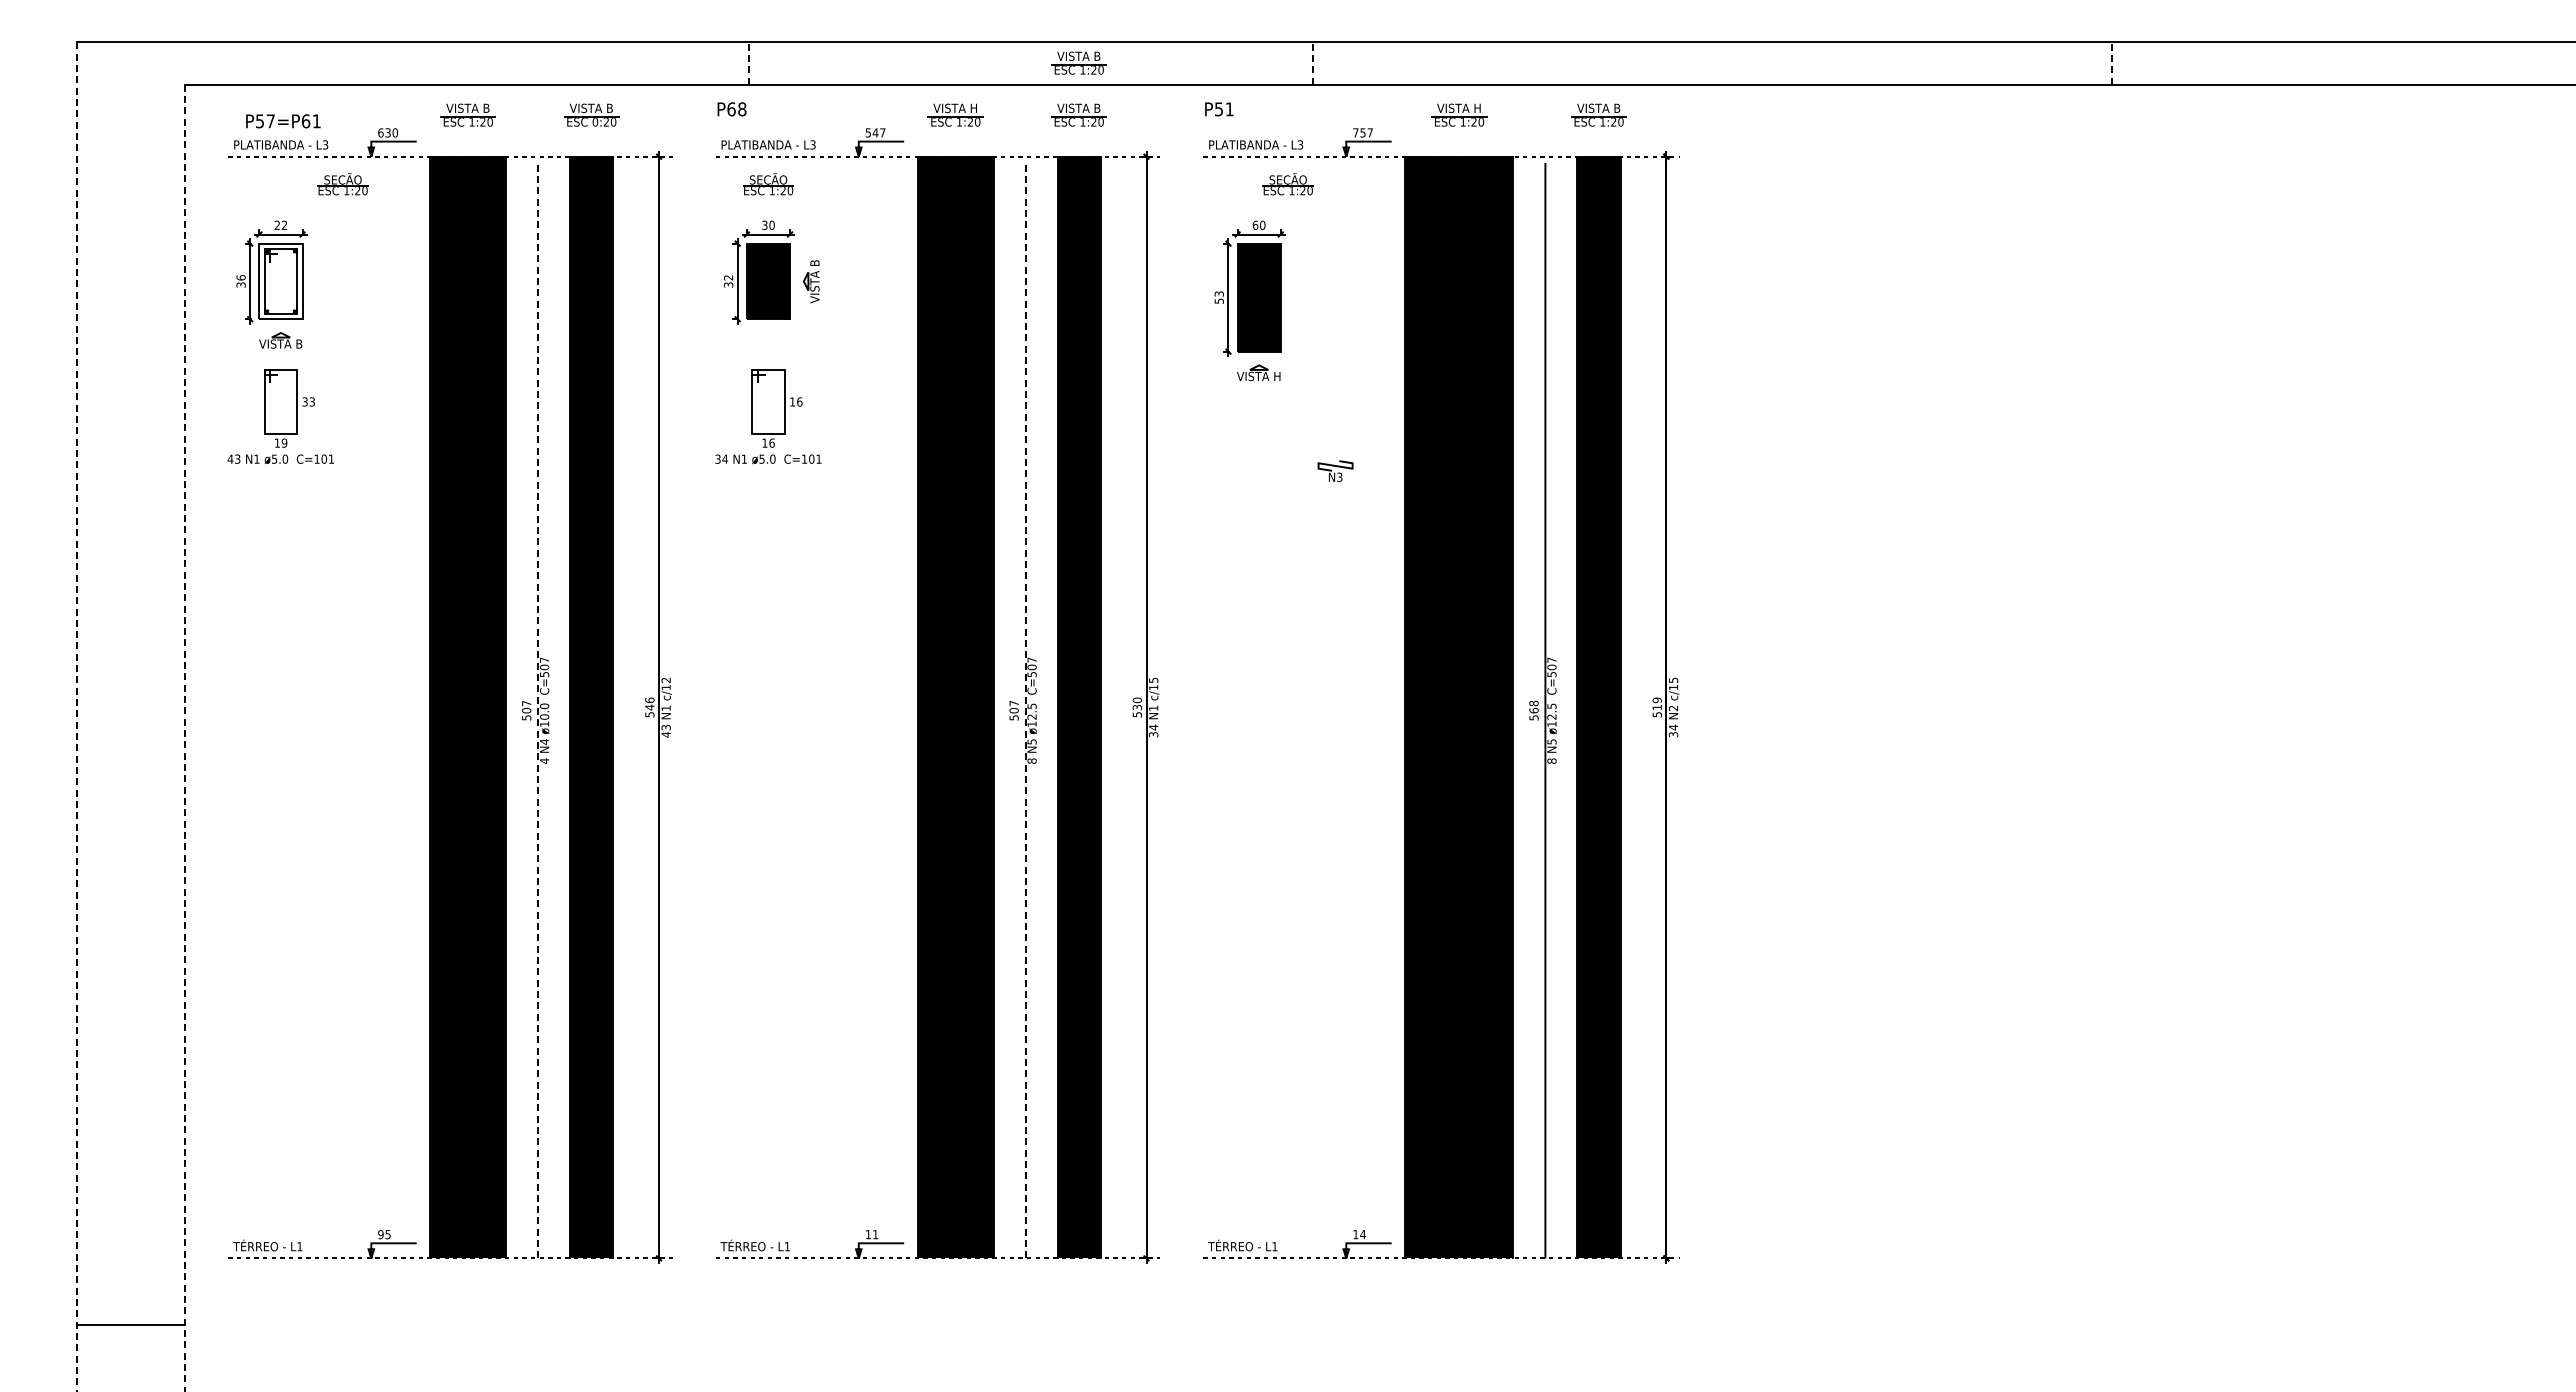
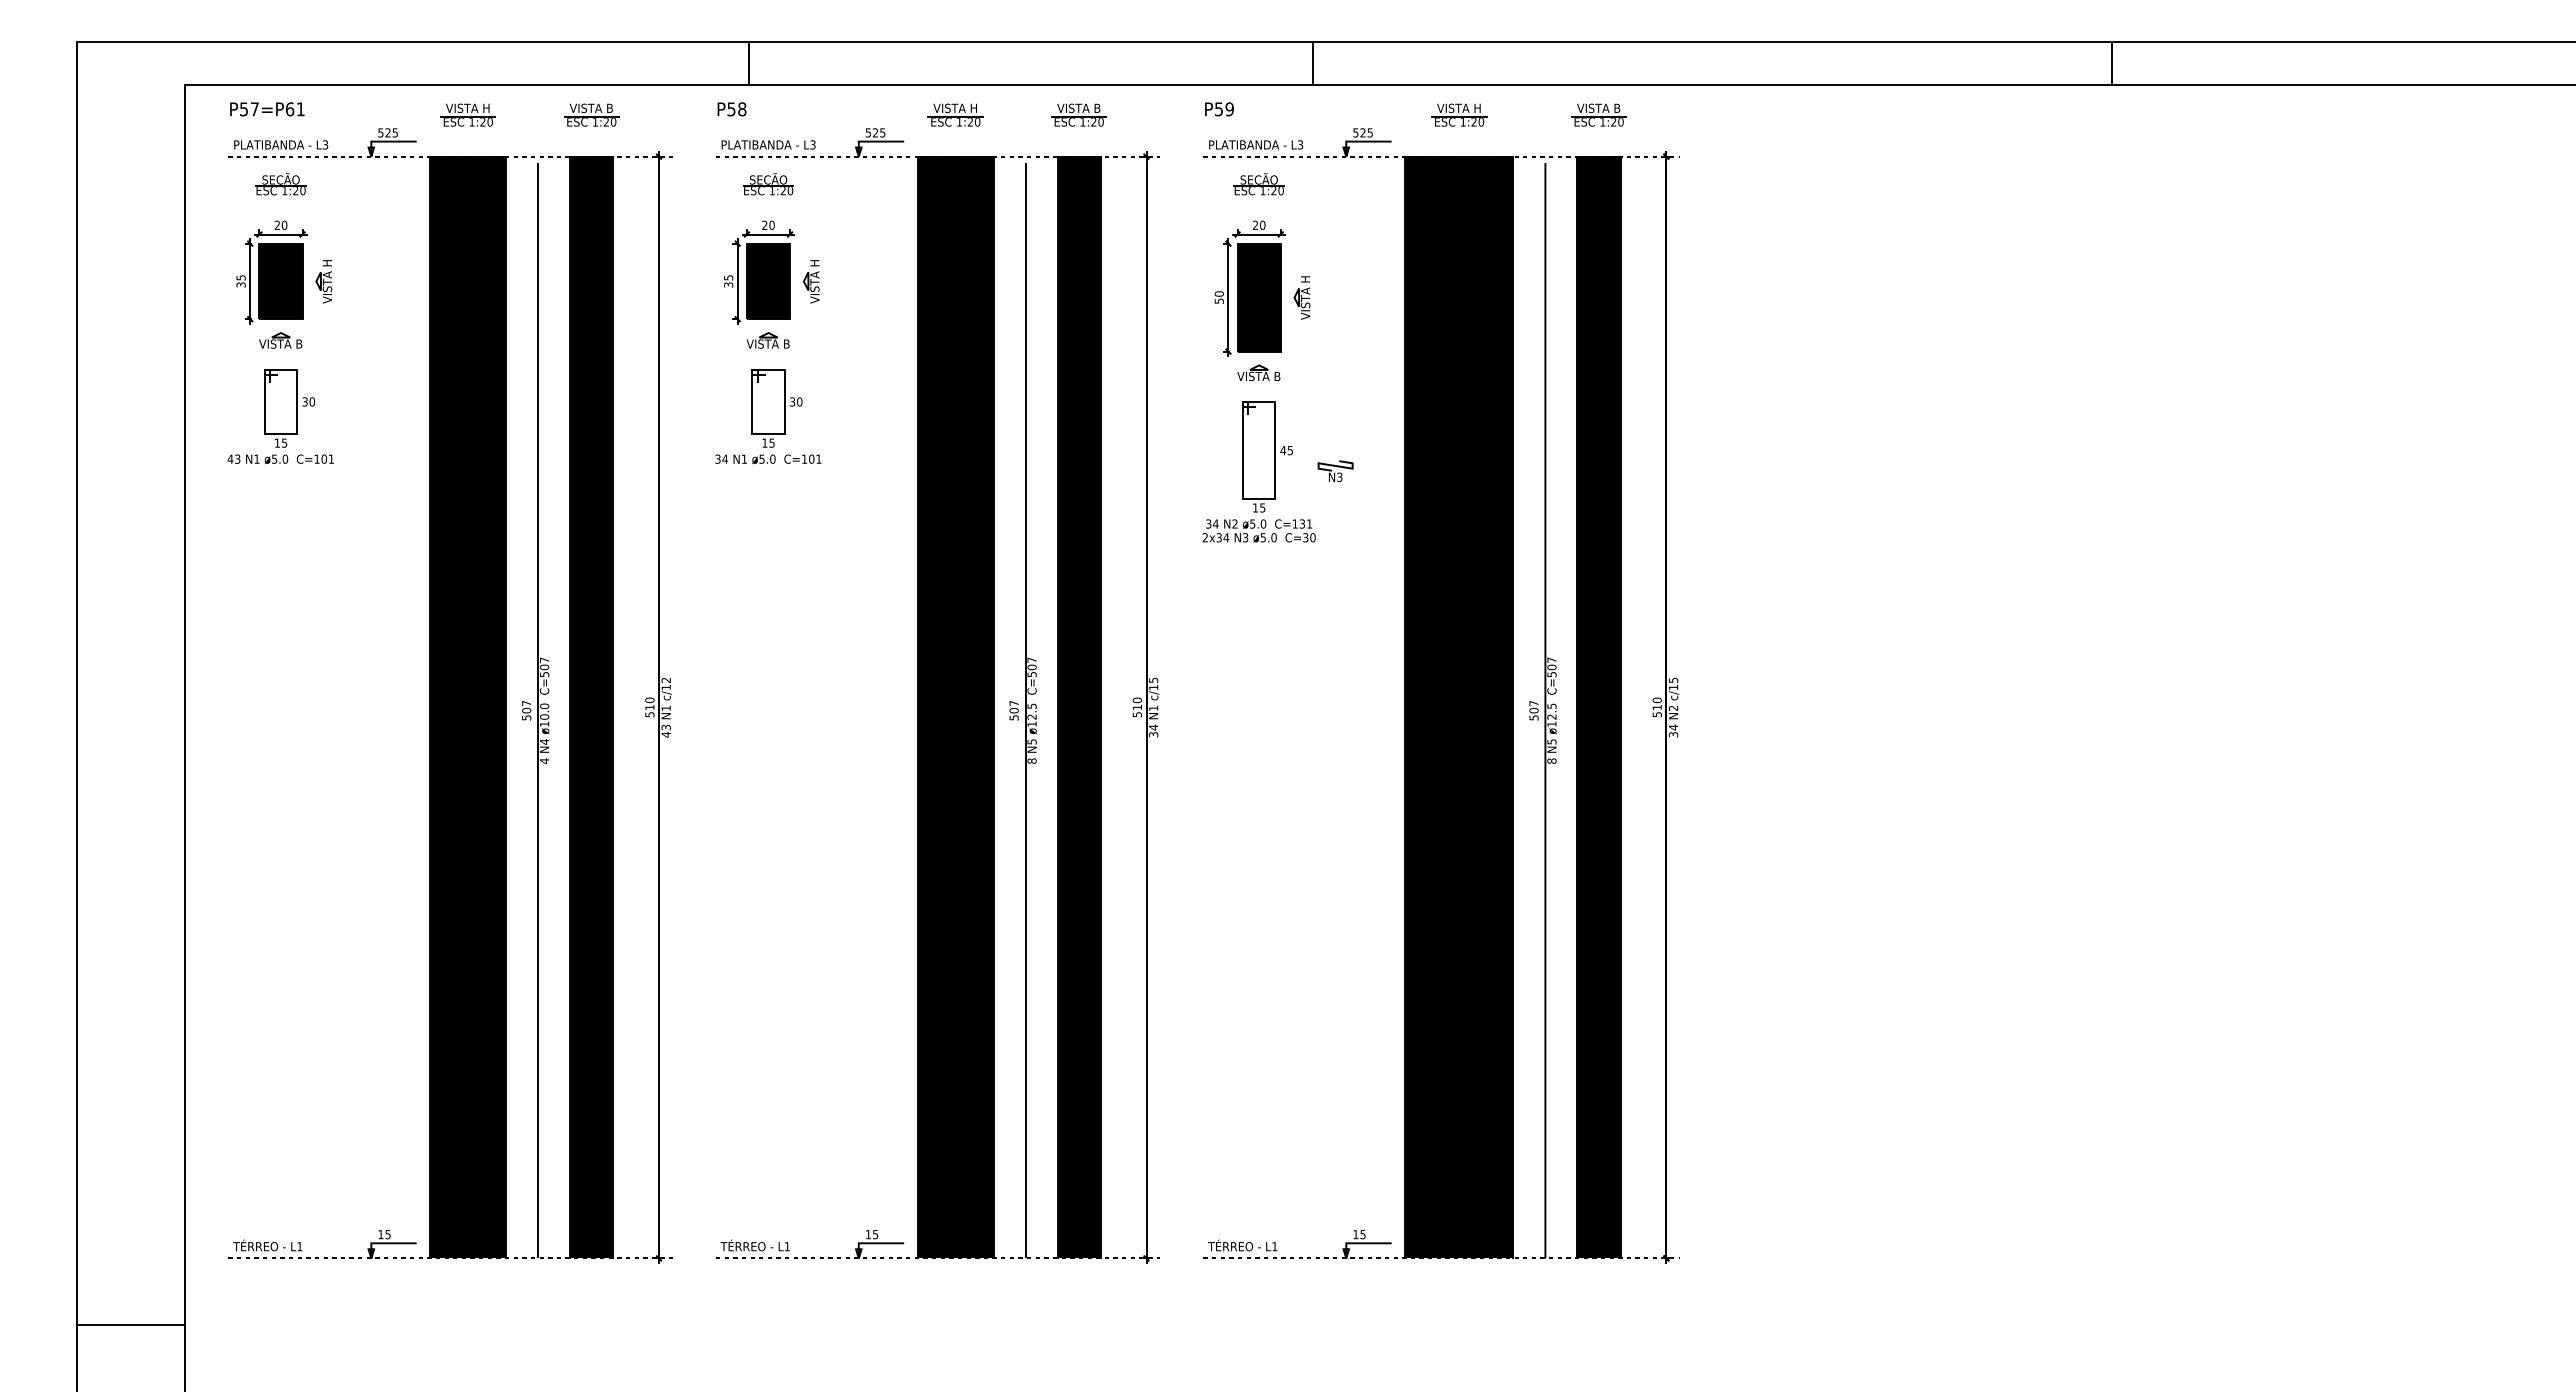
part at (1078, 62): present -> none
line at (749, 63): dashed -> solid
line at (1312, 63): dashed -> solid
line at (2112, 63): dashed -> solid
text at (467, 107): VISTA B -> VISTA H
text at (731, 109): P68 -> P58
text at (1229, 109): P51 -> P59
text at (283, 121) position: (283, 121) -> (267, 109)
text at (595, 122): 0:20 -> 1:20
text at (388, 132): 630 -> 525
text at (878, 132): 547 -> 525
text at (1362, 132): 757 -> 525
part at (342, 184) position: (342, 184) -> (280, 184)
part at (1287, 184) position: (1287, 184) -> (1258, 184)
text at (284, 224): 22 -> 20
text at (1255, 224): 60 -> 20
text at (764, 225): 30 -> 20
text at (240, 277): 36 -> 35
text at (728, 277): 32 -> 35
fill at (280, 281): none -> present
part at (323, 281): none -> present
text at (814, 281): VISTA B -> VISTA H
text at (1218, 293): 53 -> 50
part at (1301, 297): none -> present
part at (767, 340): none -> present
text at (1258, 376): VISTA H -> VISTA B
text at (312, 401): 33 -> 30
text at (796, 401): 16 -> 30
text at (284, 442): 19 -> 15
text at (771, 442): 16 -> 15
part at (1258, 471): none -> present
text at (1656, 700): 519 -> 510
text at (649, 703): 546 -> 510
text at (1533, 706): 568 -> 507
text at (1137, 707): 530 -> 510
line at (538, 710): dashed -> solid
line at (1025, 710): dashed -> solid
line at (77, 716): dashed -> solid
line at (185, 738): dashed -> solid
text at (380, 1234): 95 -> 15
text at (875, 1234): 11 -> 15
text at (1362, 1234): 14 -> 15
